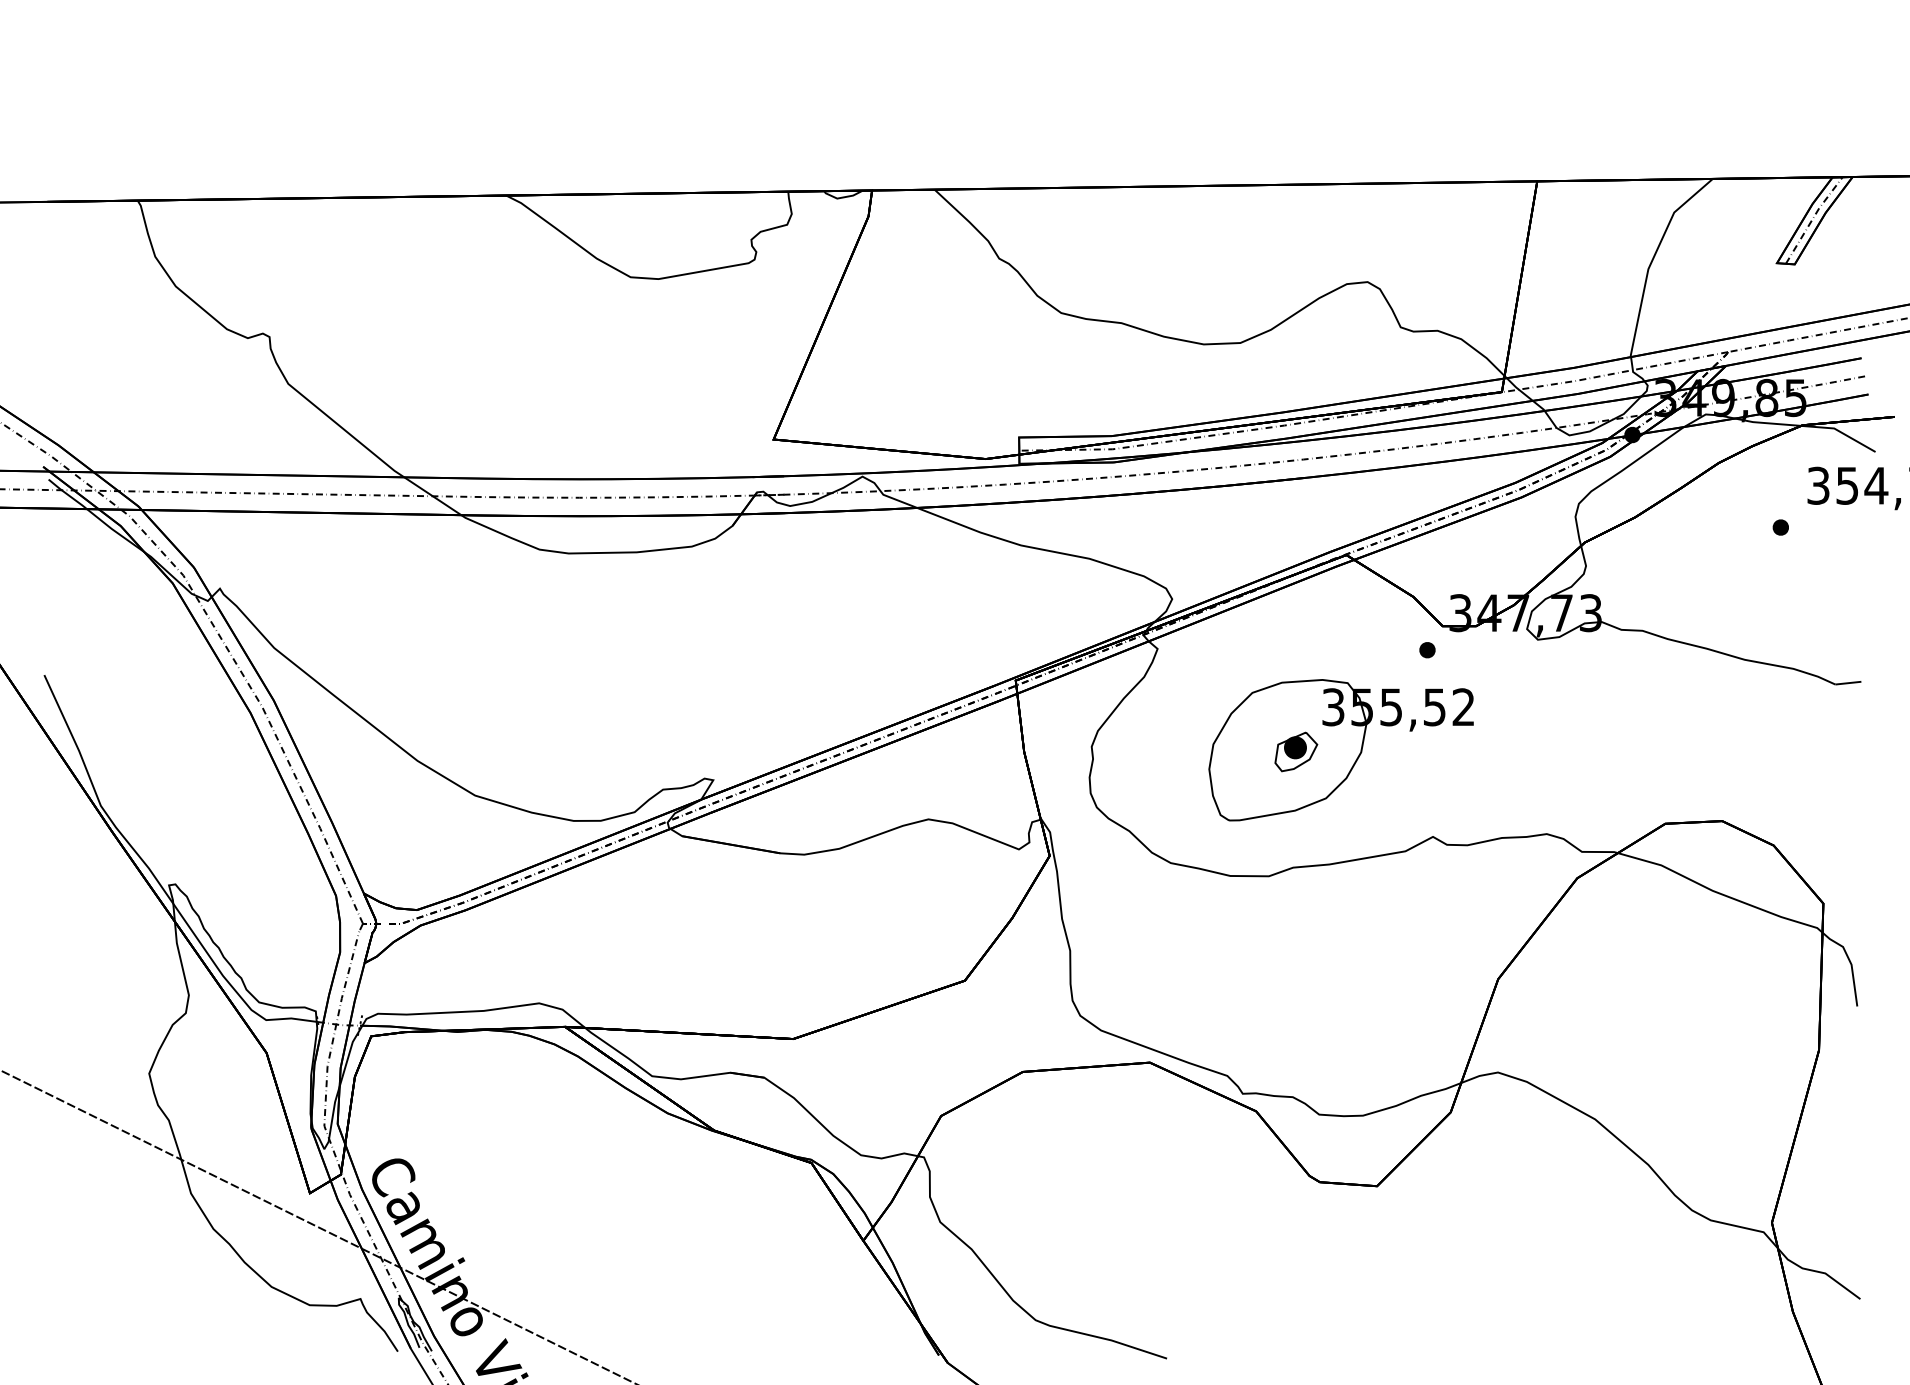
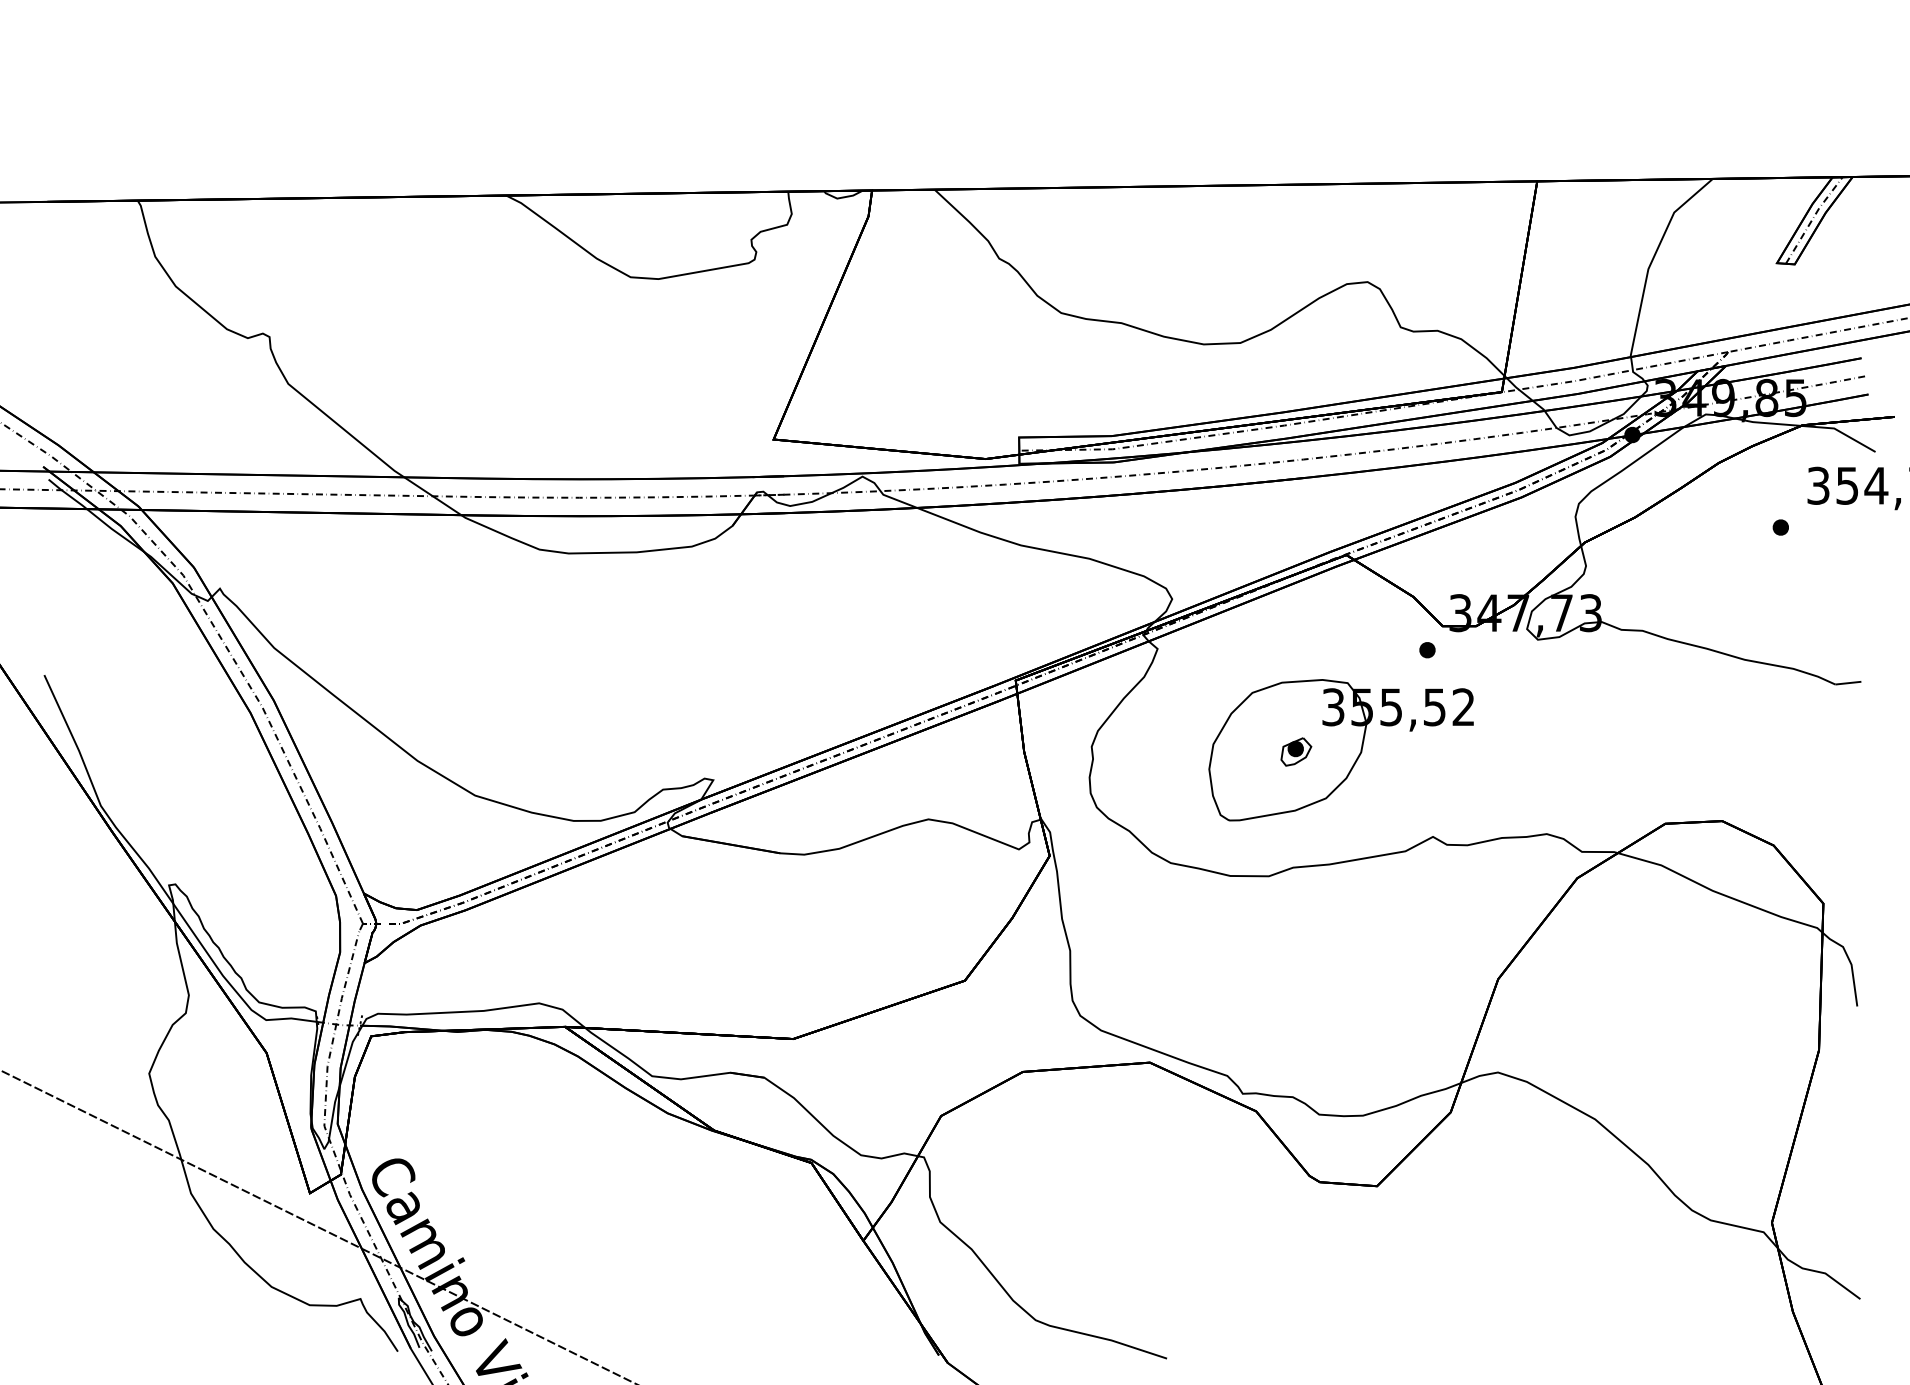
part at (1296, 751) size: 45x42 px -> 33x30 px
